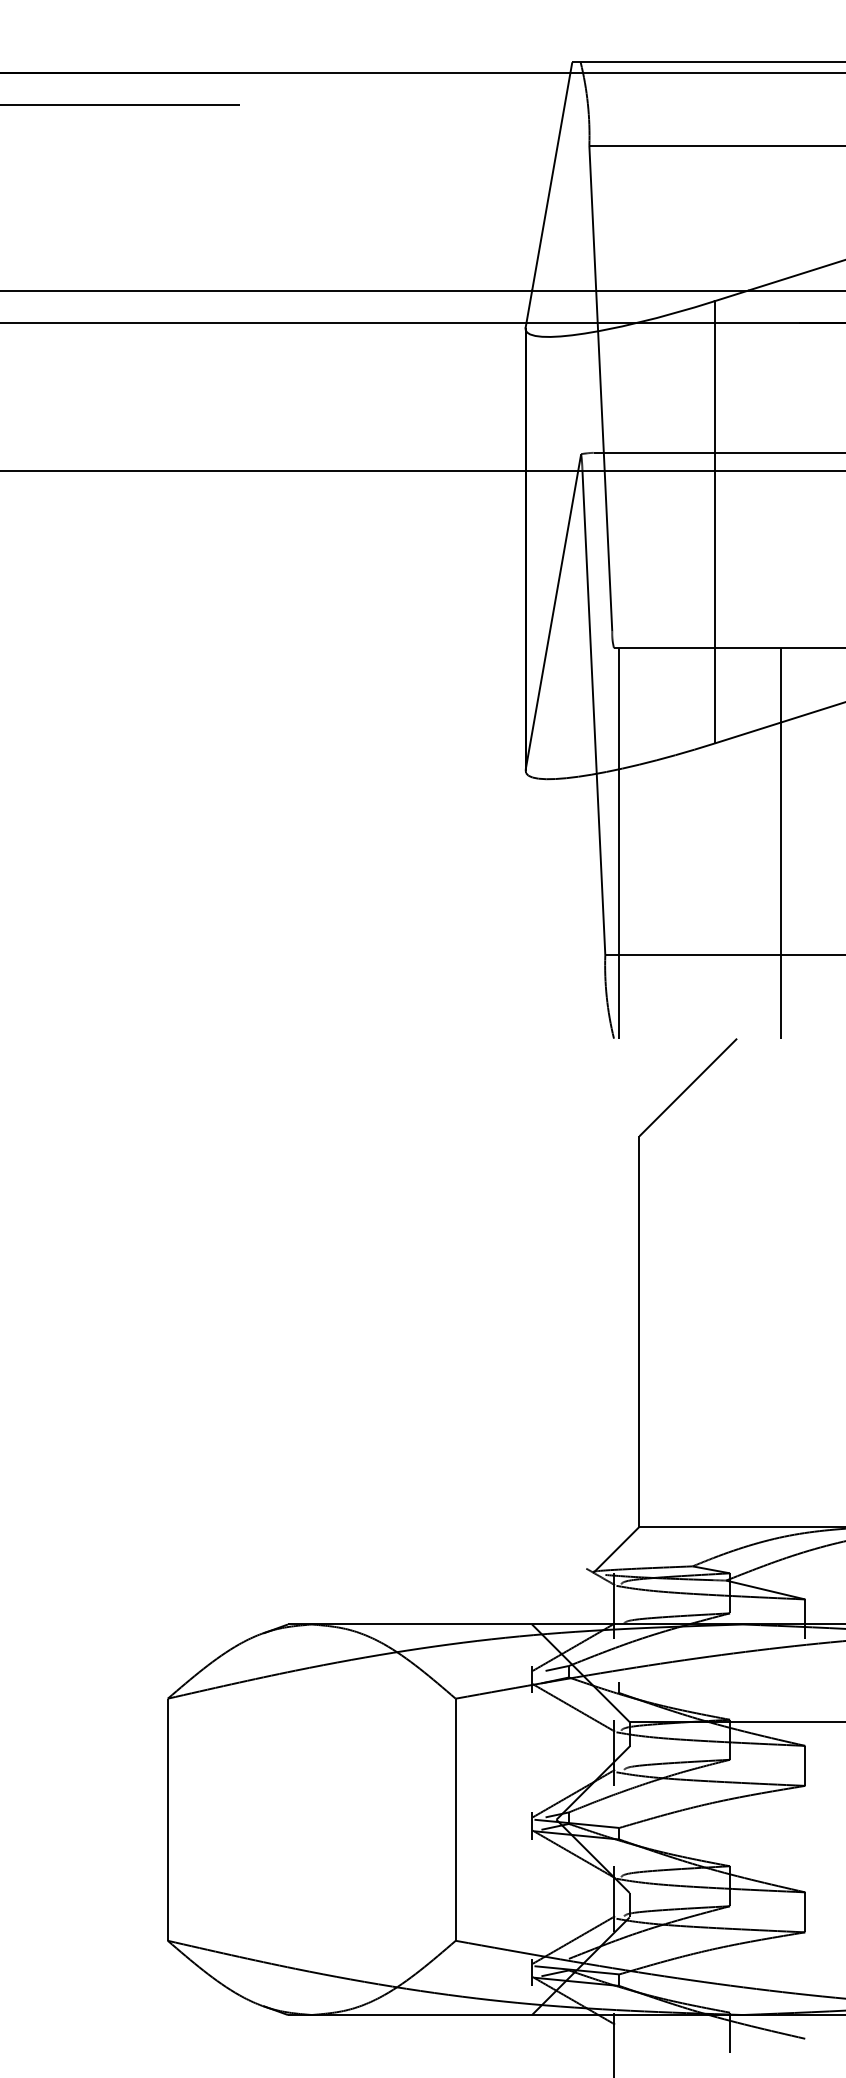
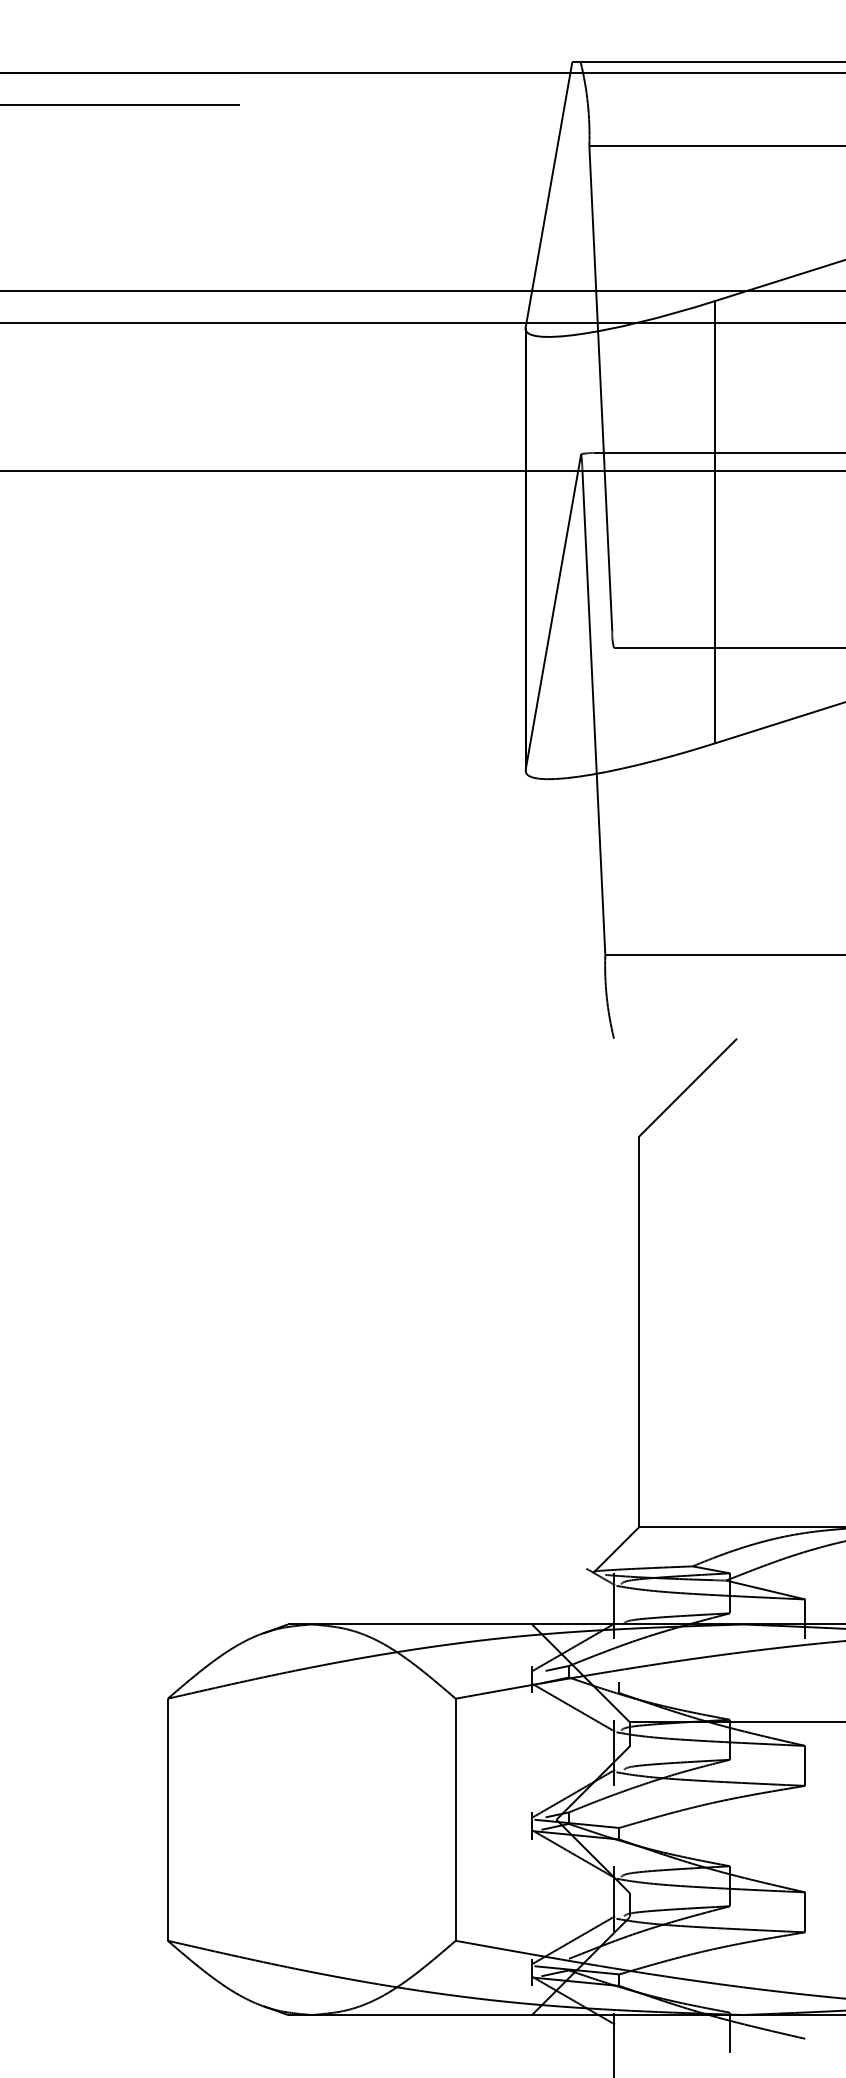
line at (618, 843): present -> none
line at (780, 843): present -> none
